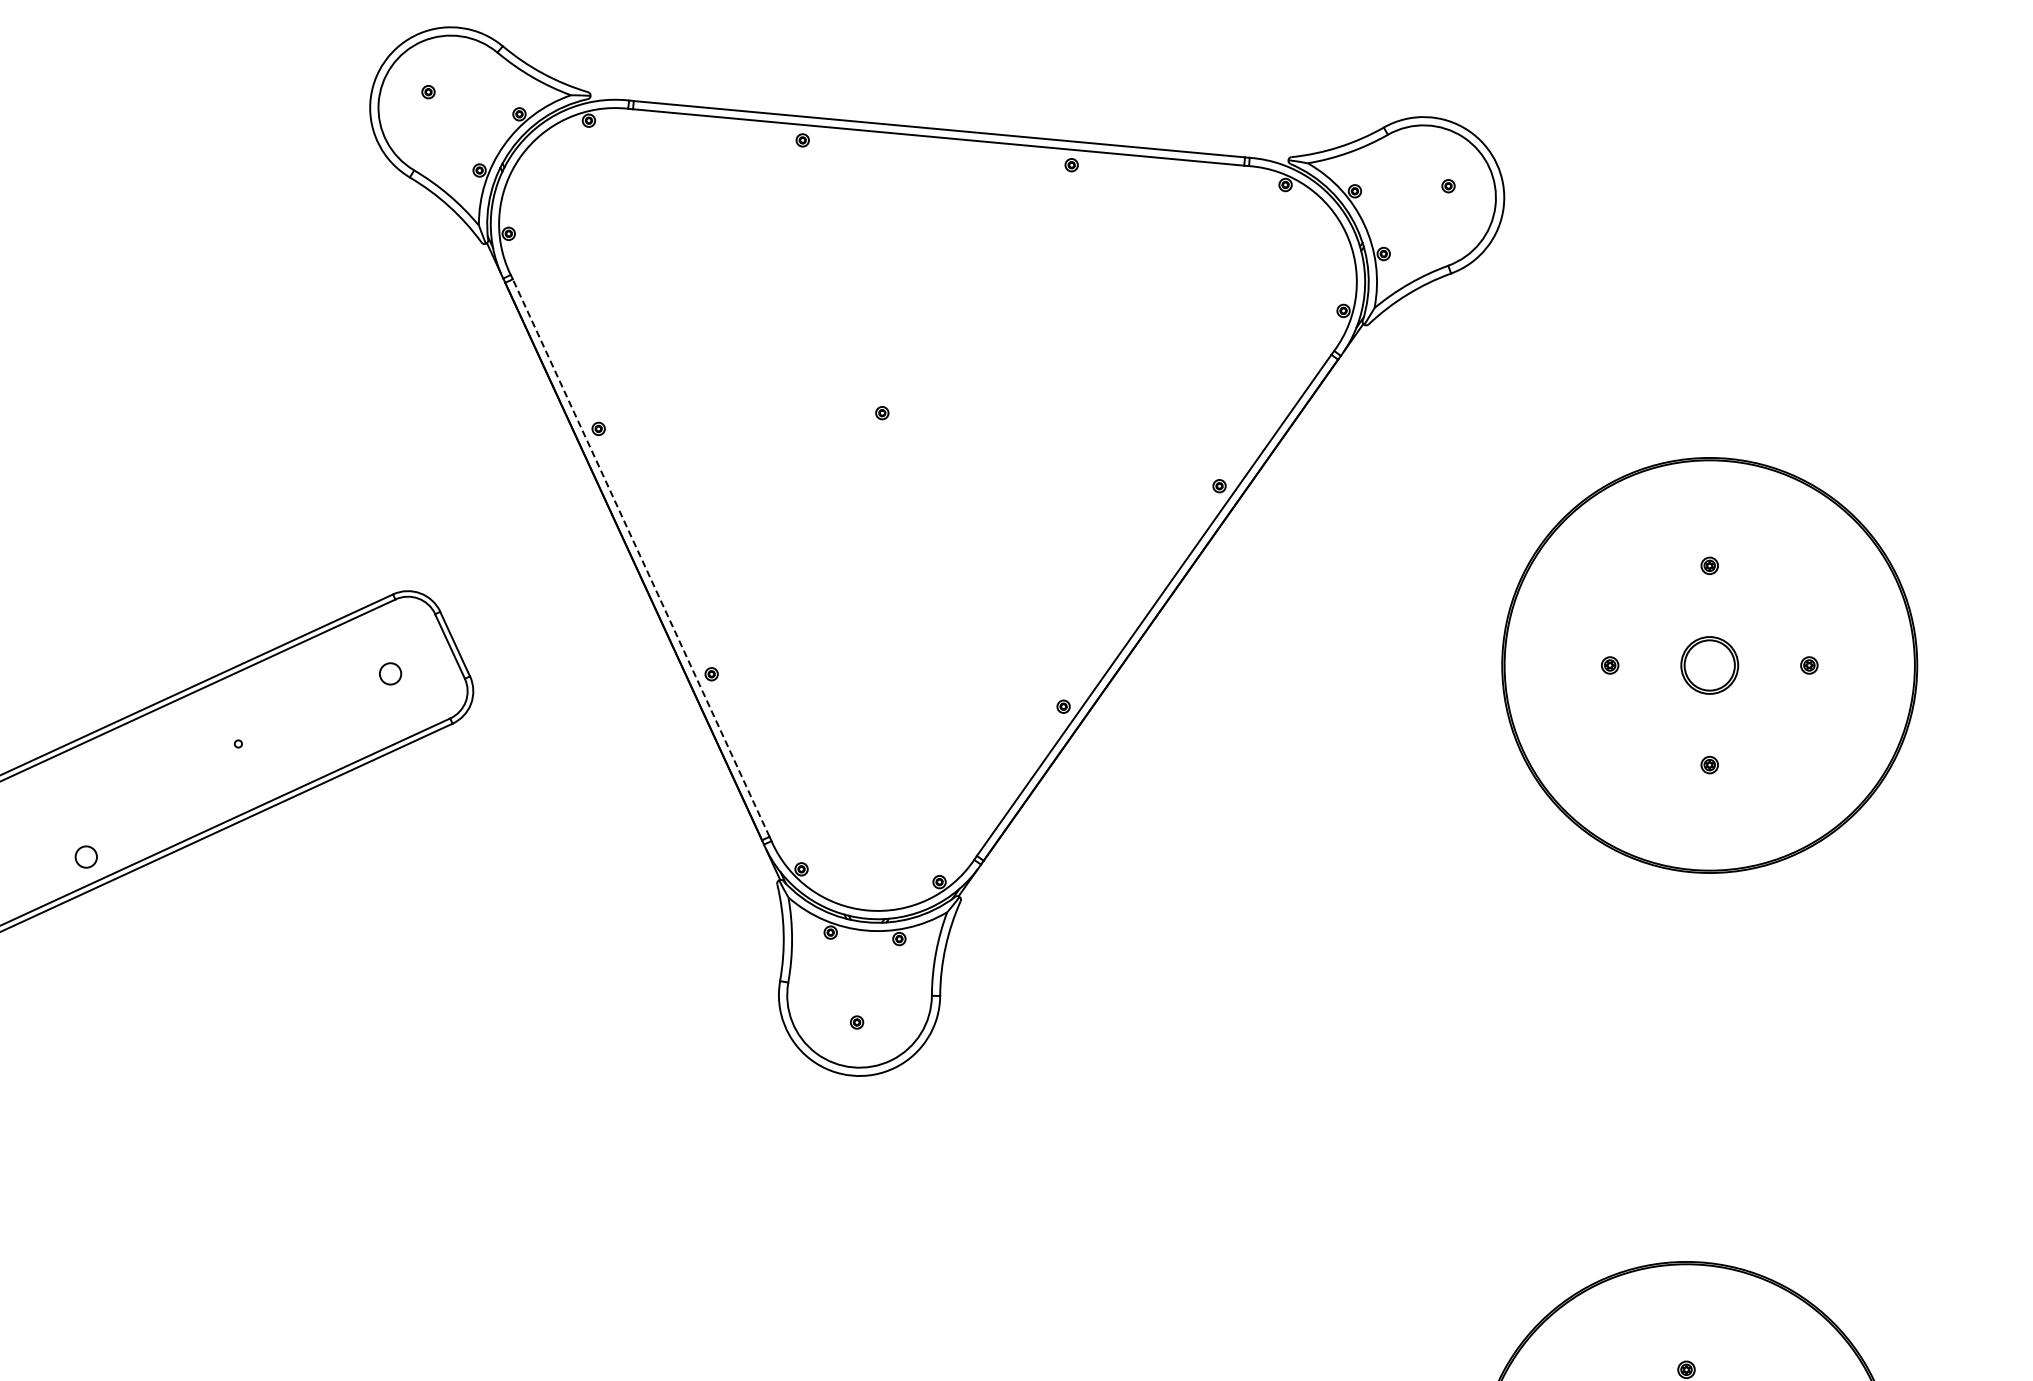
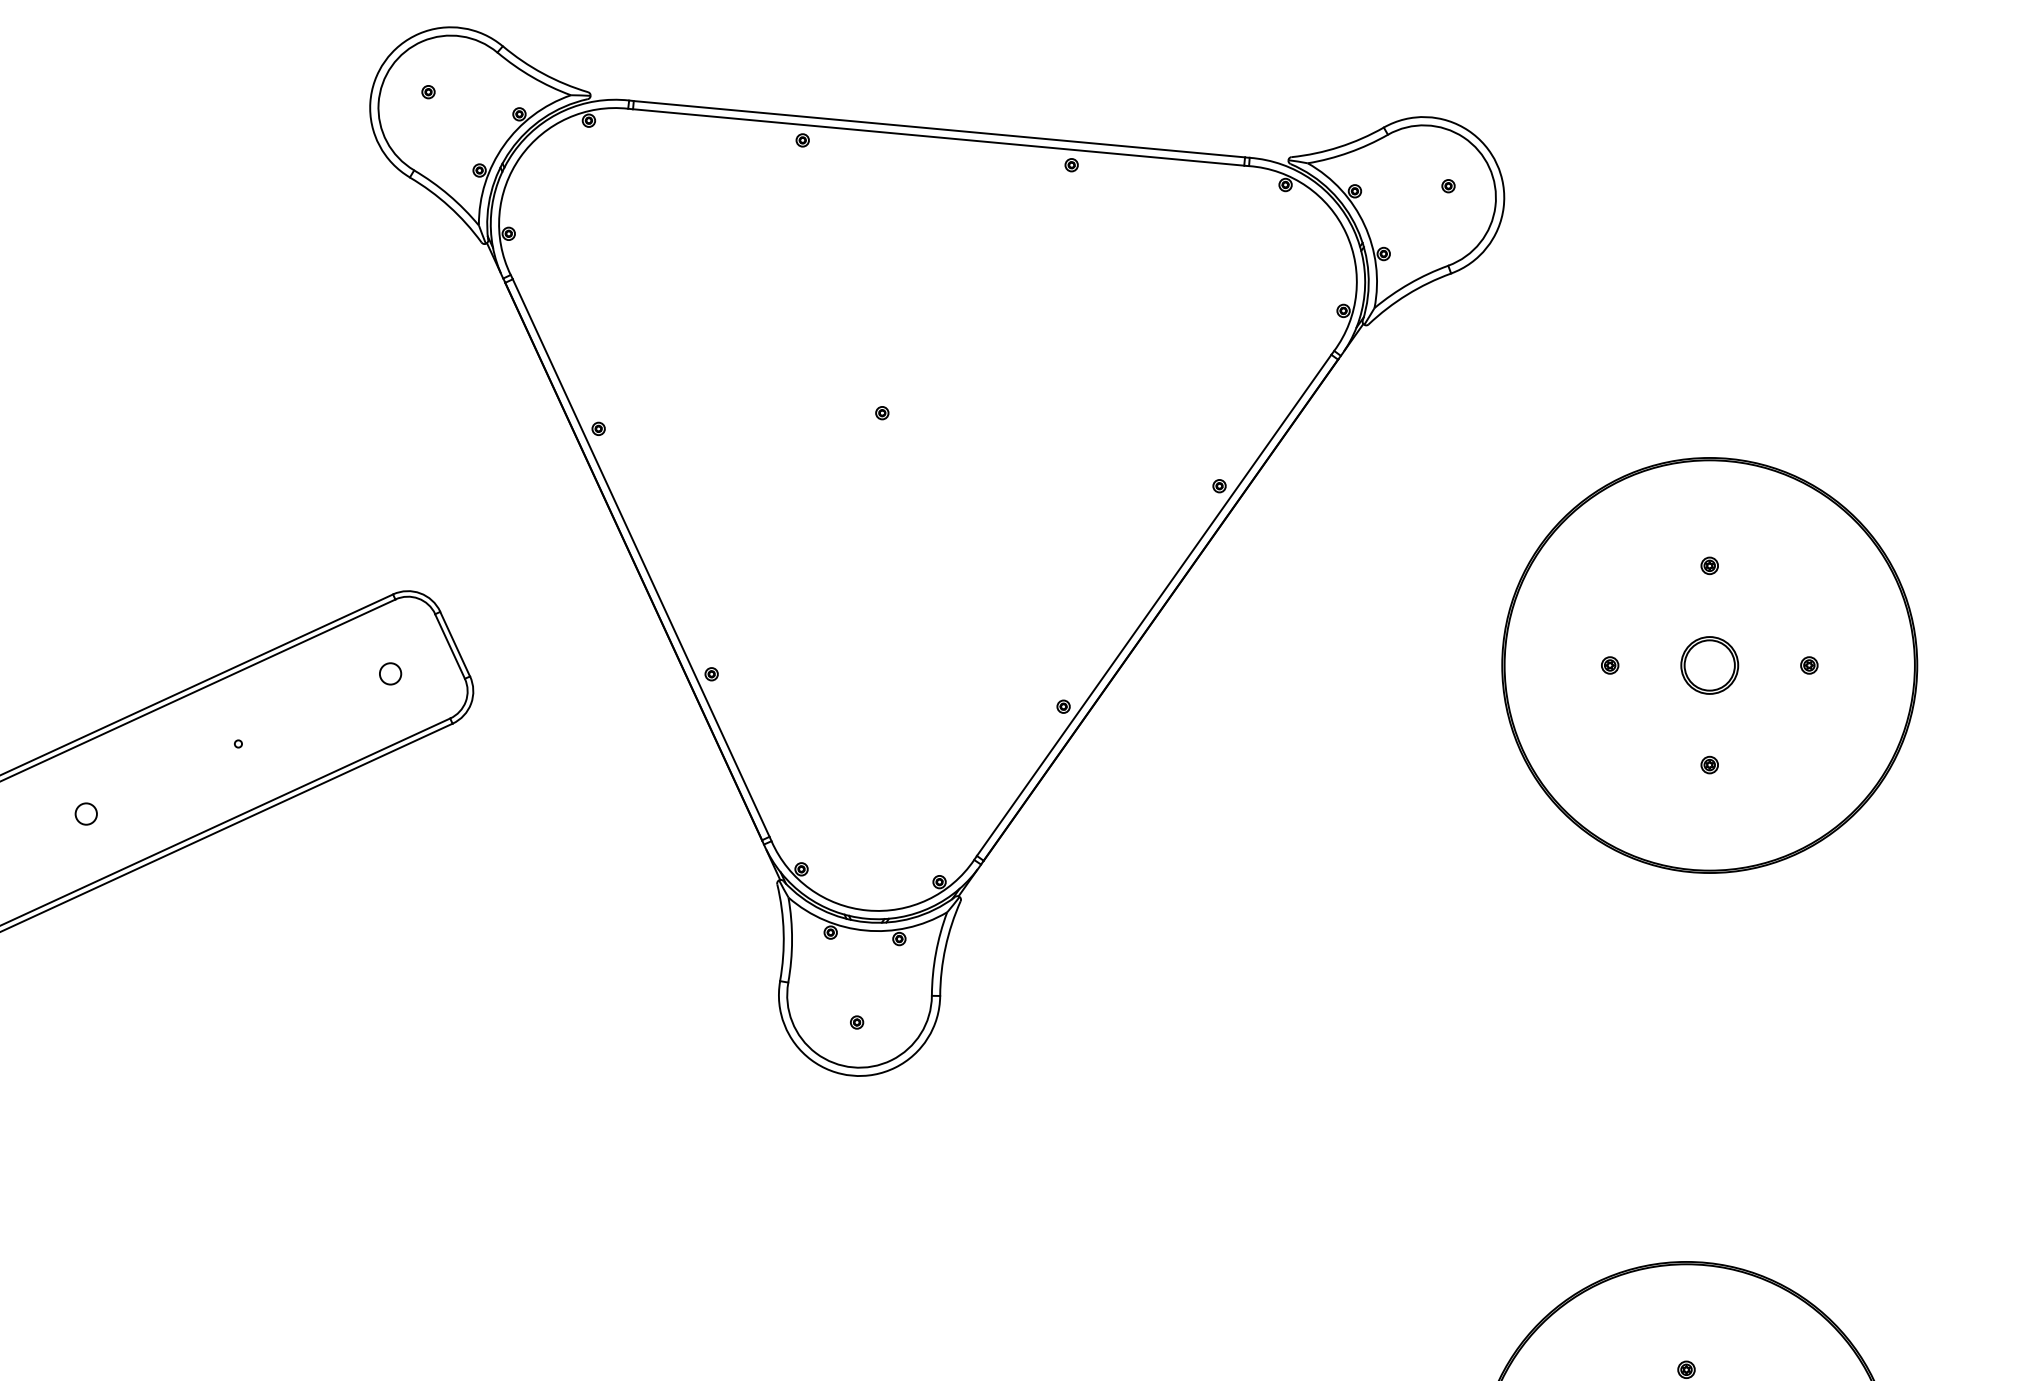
line at (641, 558): dashed -> solid
circle at (85, 856) position: (85, 856) -> (85, 813)
